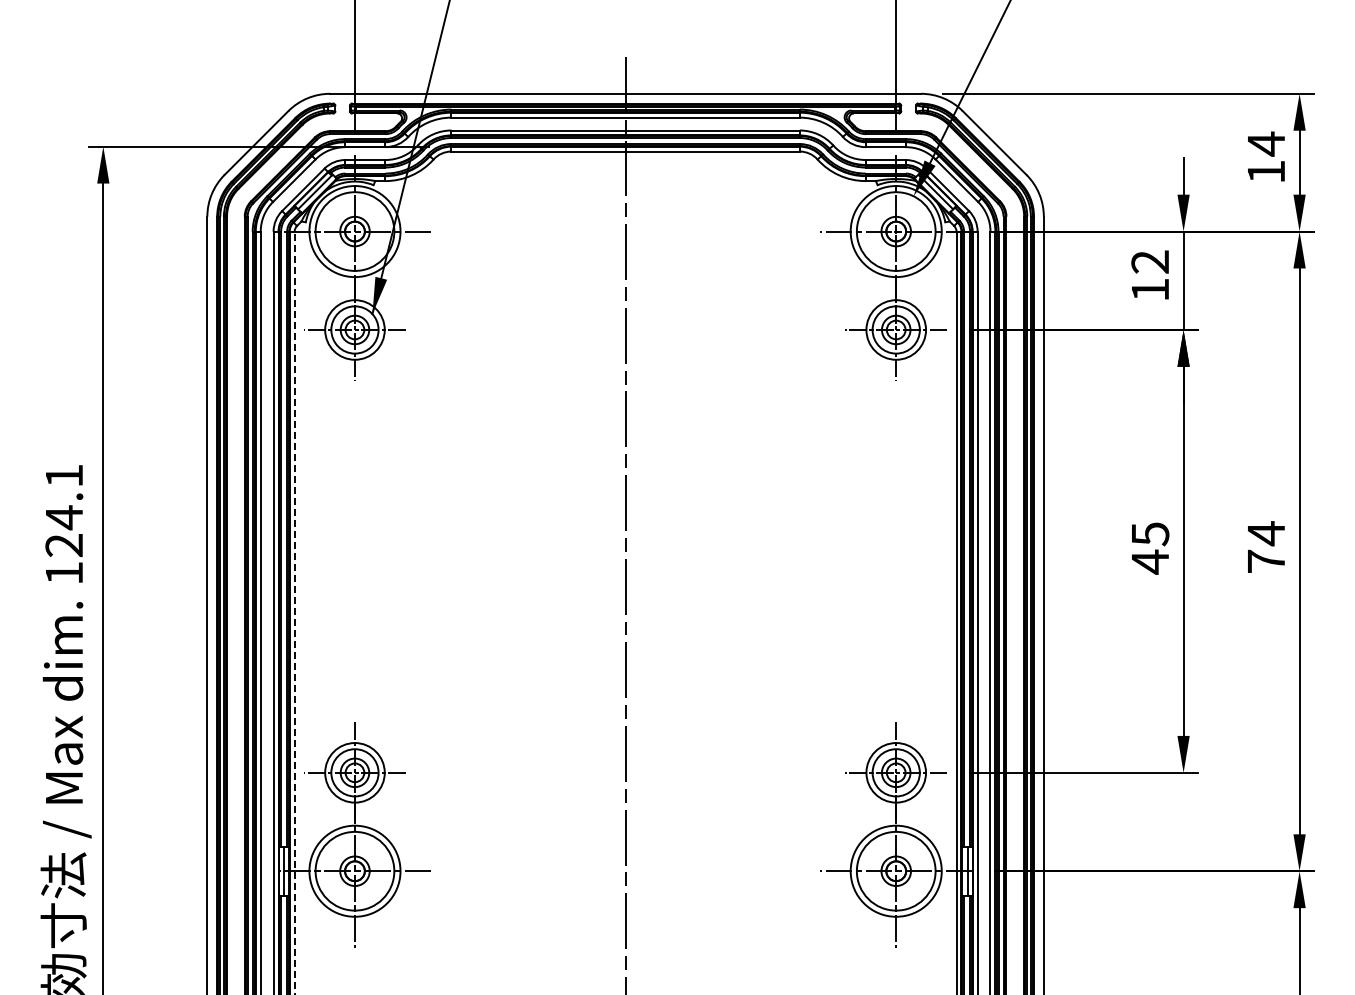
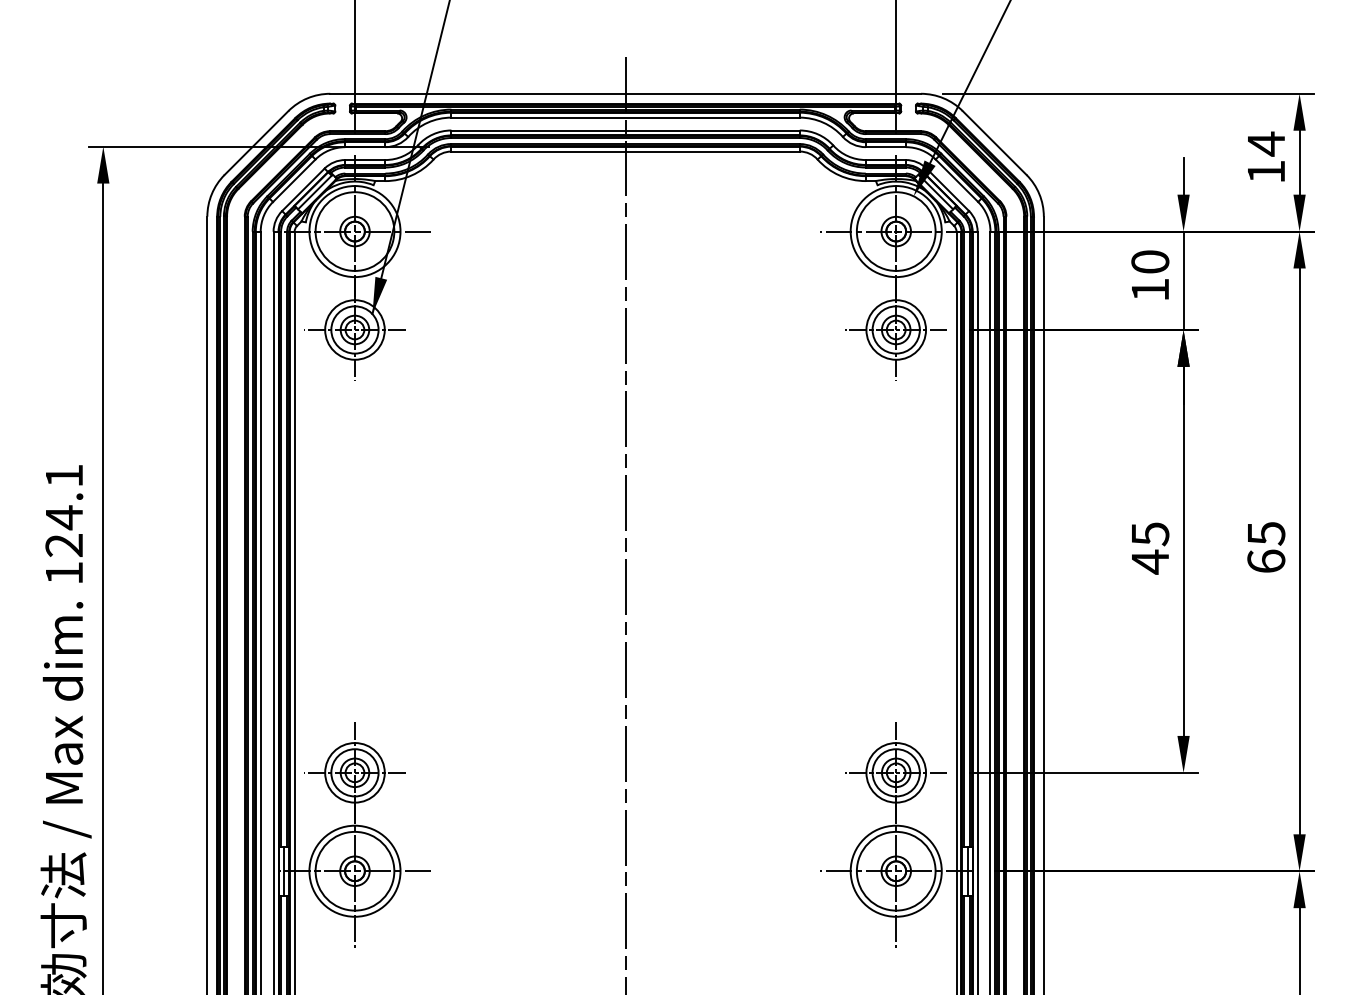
text at (1150, 261): 12 -> 10
text at (1266, 546): 74 -> 65
line at (294, 612): dashed -> solid
